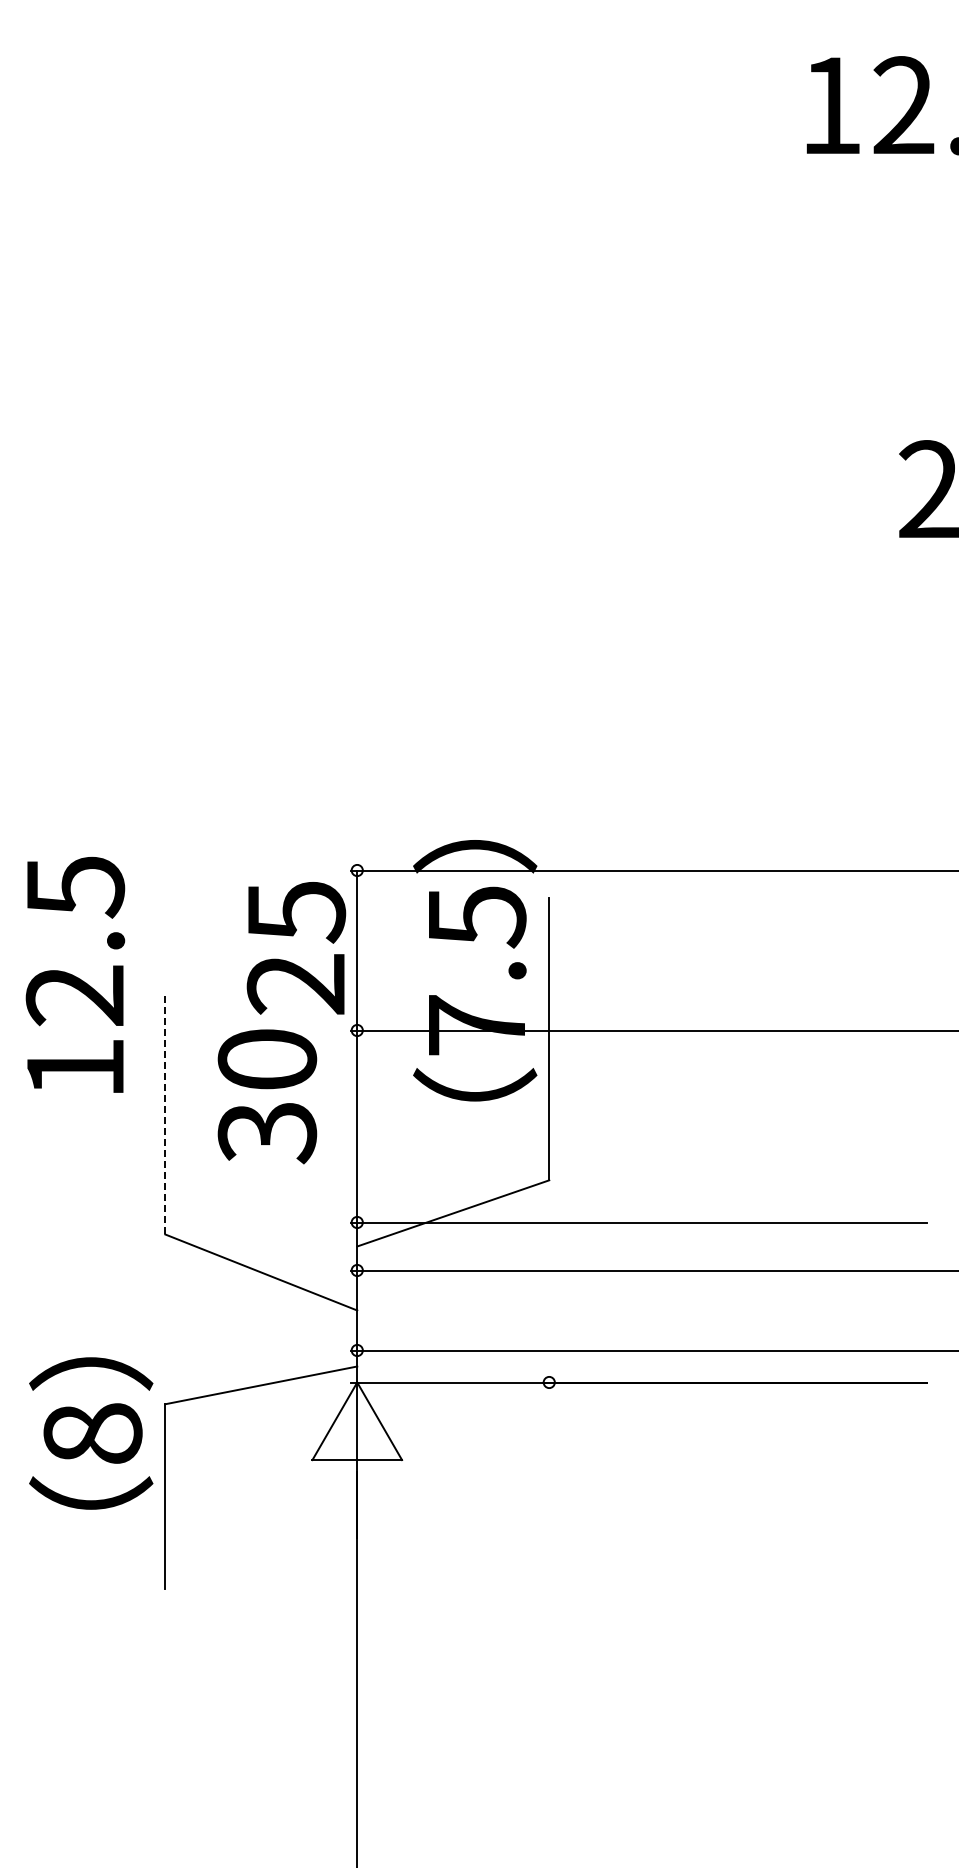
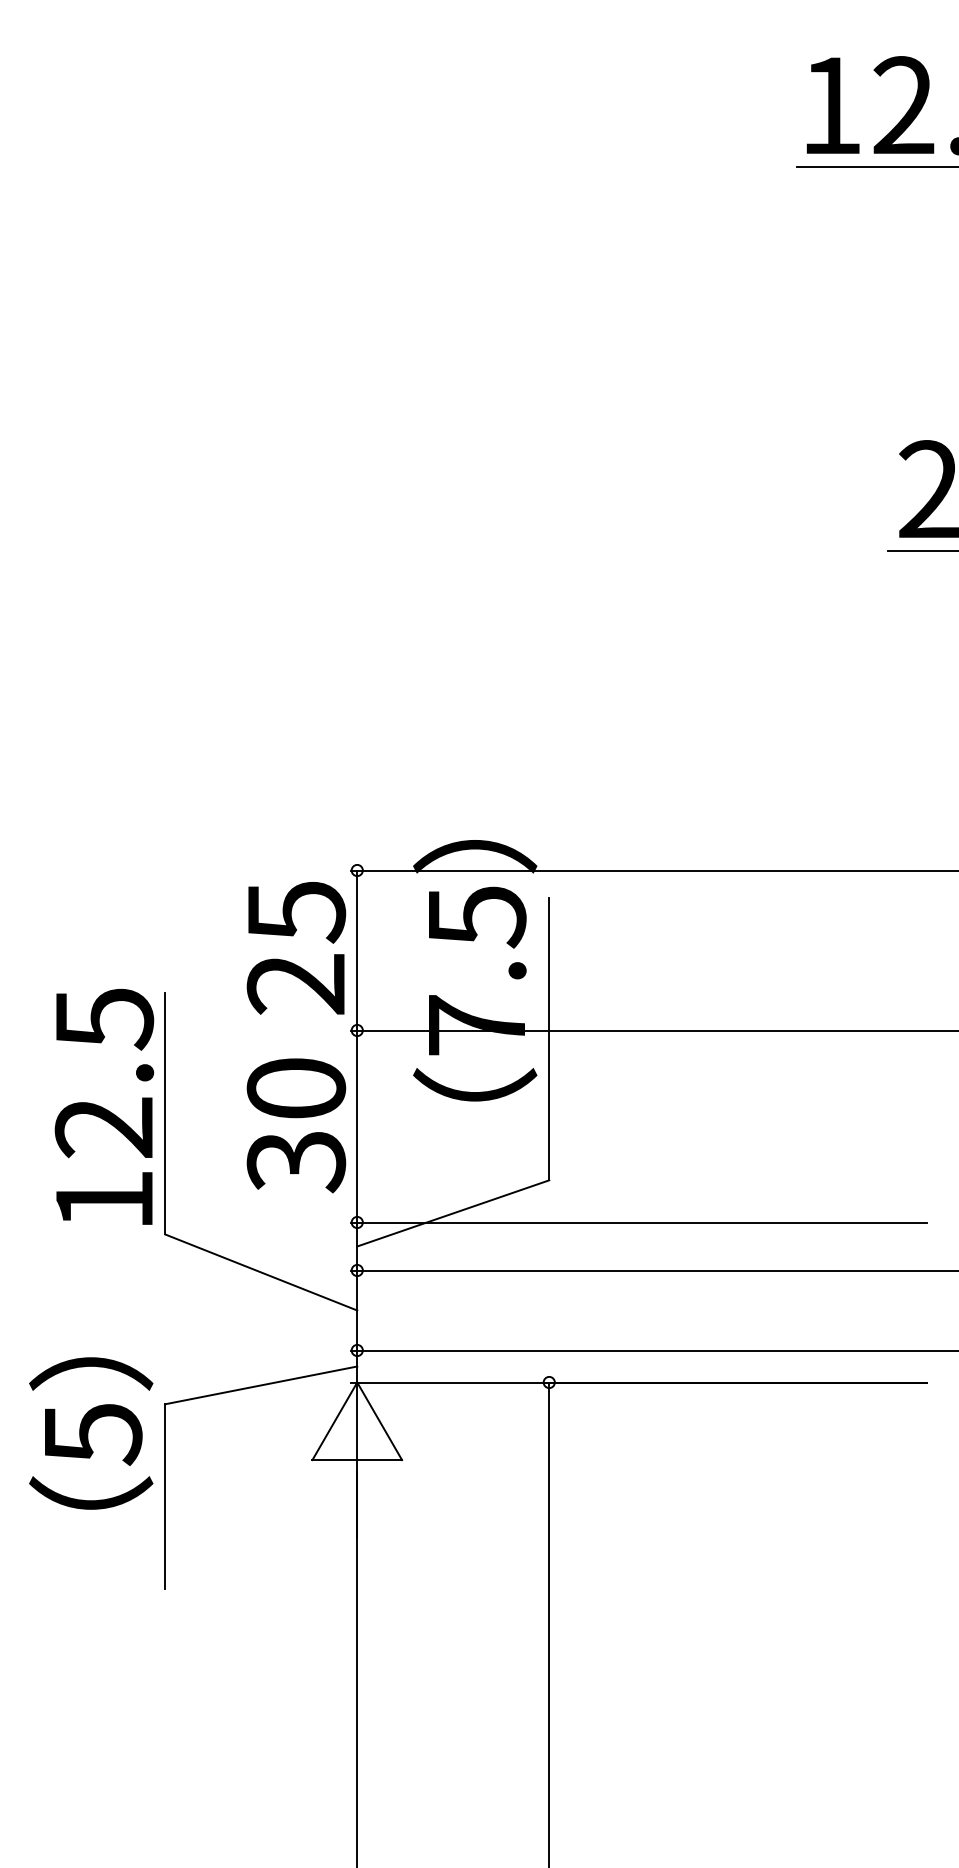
line at (876, 166): none -> present
line at (921, 550): none -> present
text at (75, 974) position: (75, 974) -> (104, 1106)
text at (267, 1096) position: (267, 1096) -> (296, 1125)
line at (165, 1113): dashed -> solid
text at (92, 1434): 8 -> 5
line at (549, 1623): none -> present
